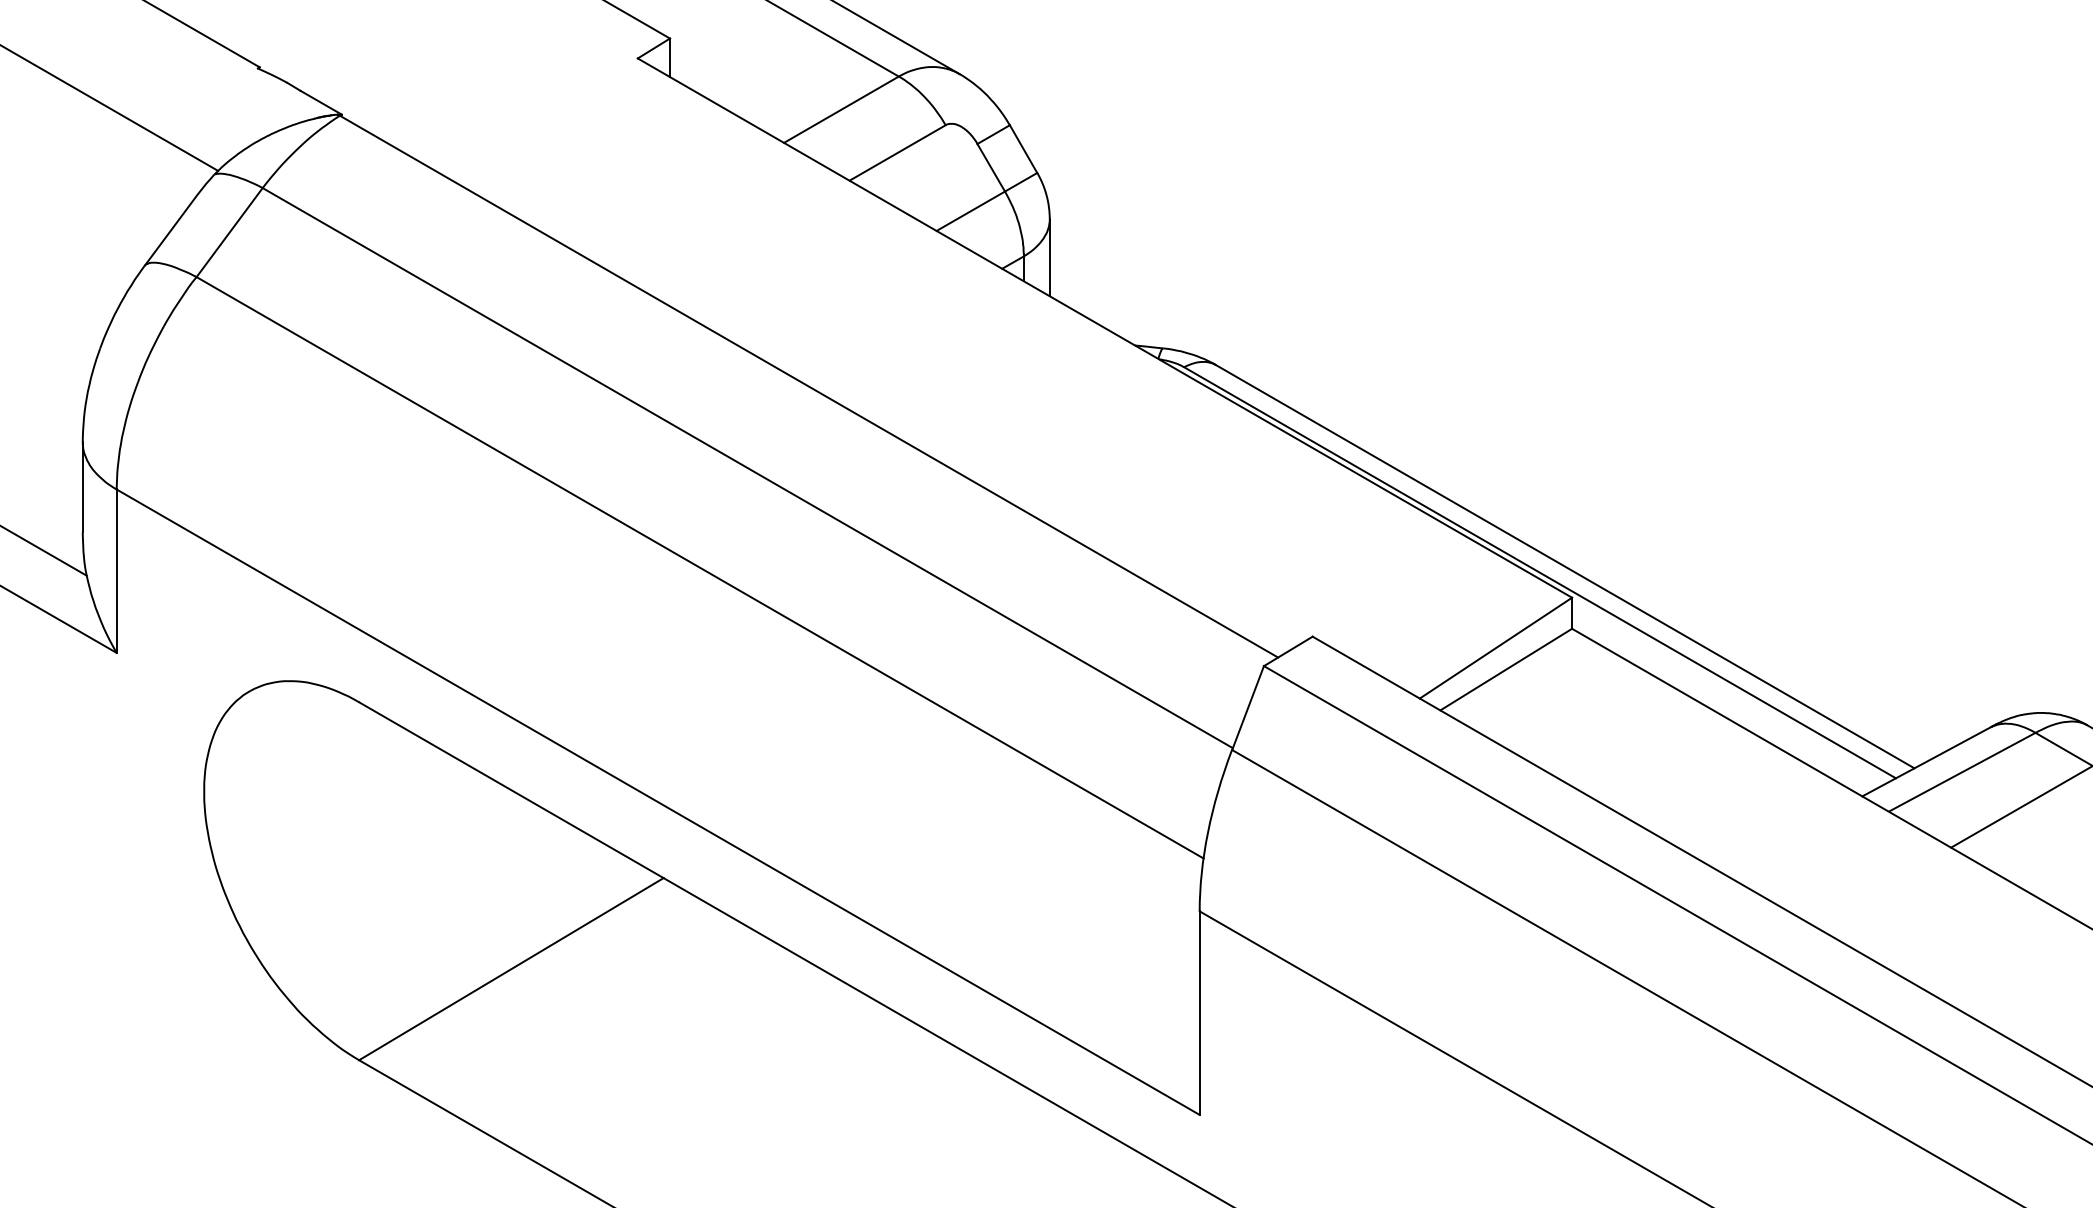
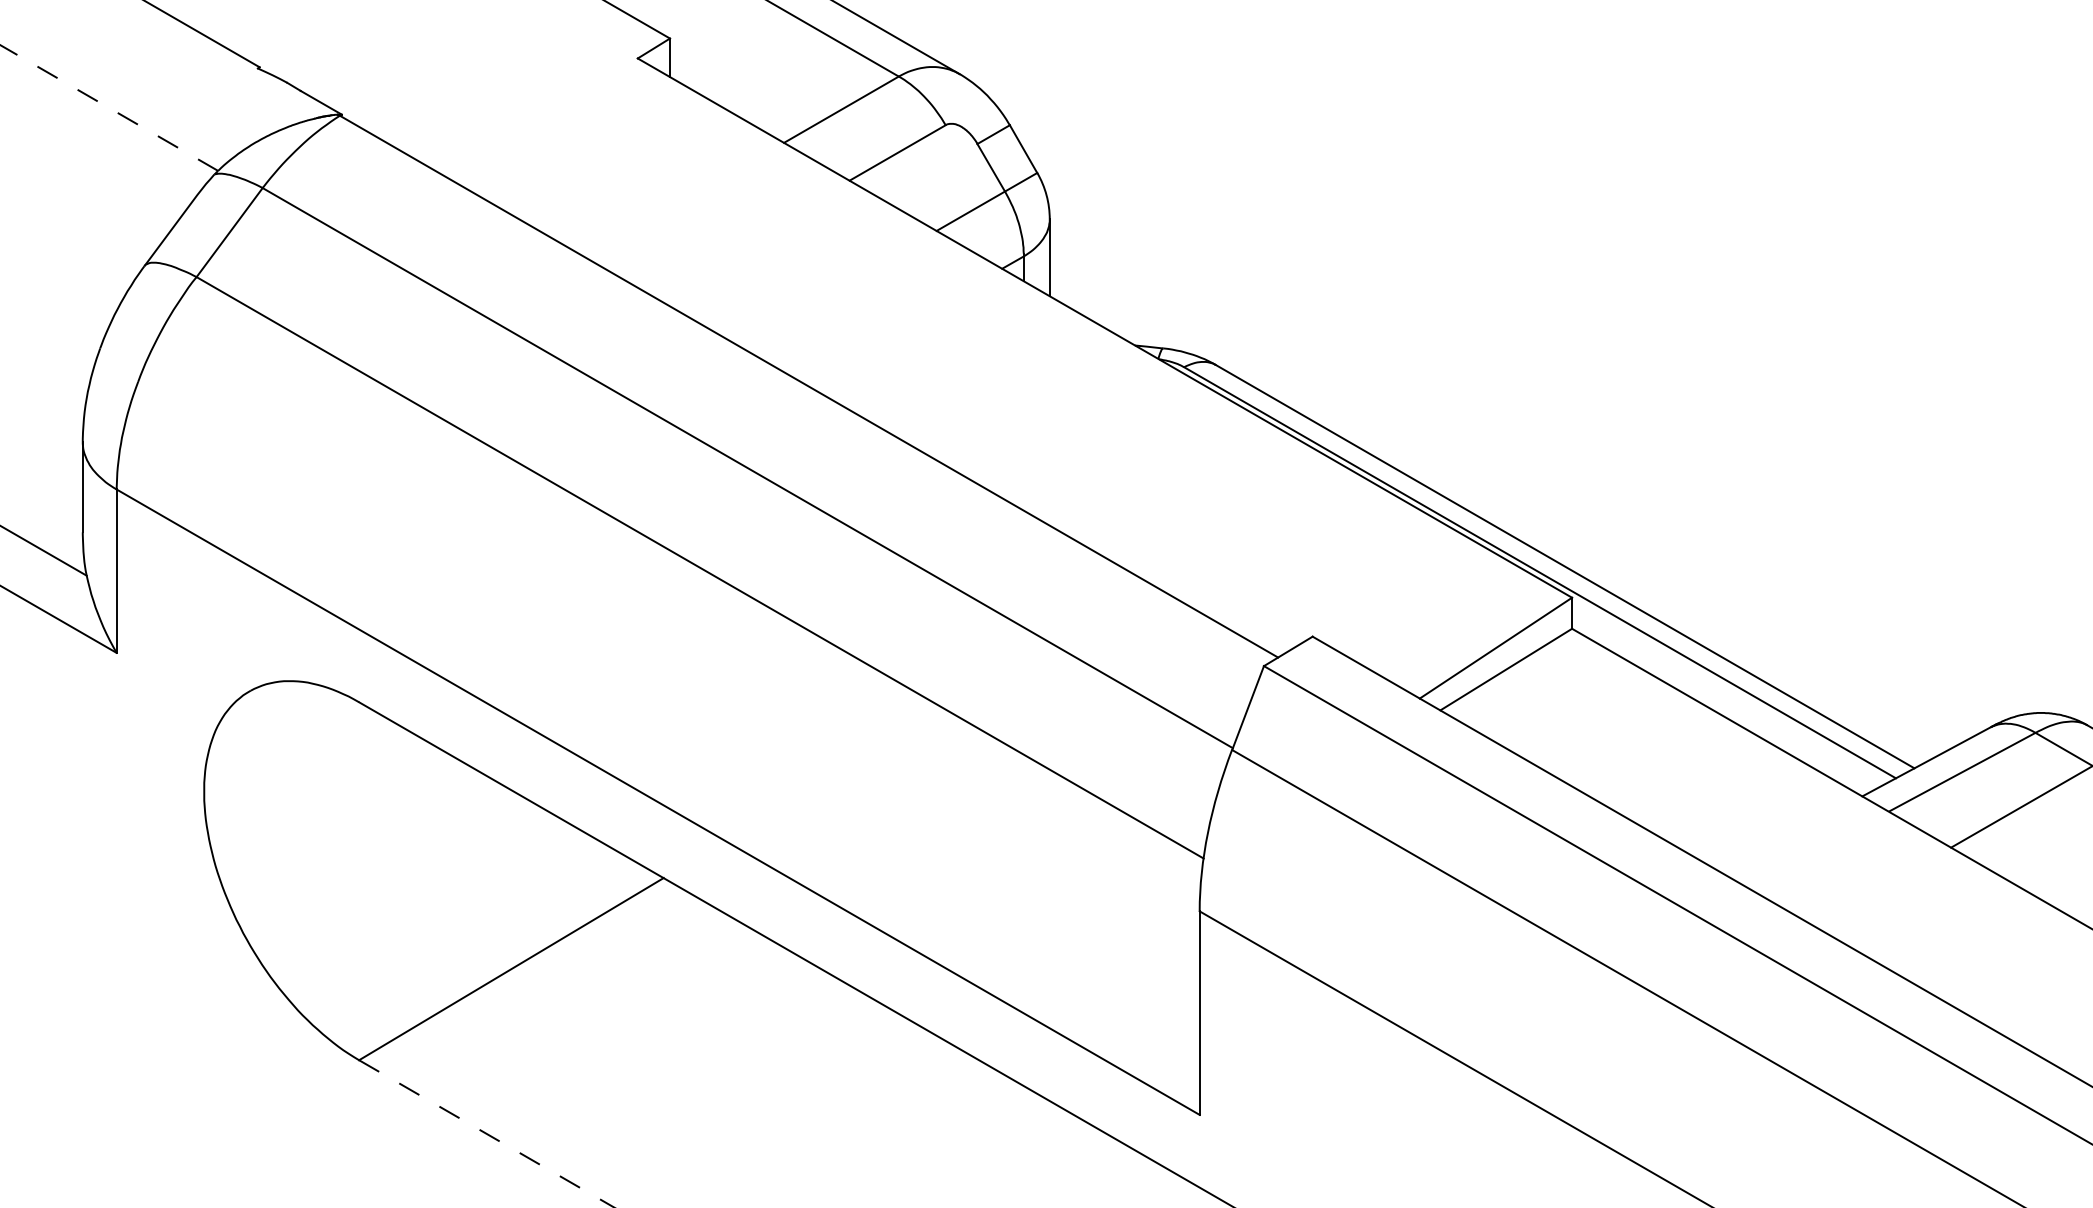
line at (109, 107): solid -> dashed
line at (487, 1134): solid -> dashed
